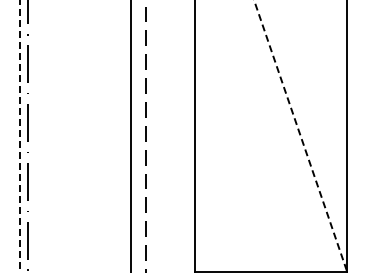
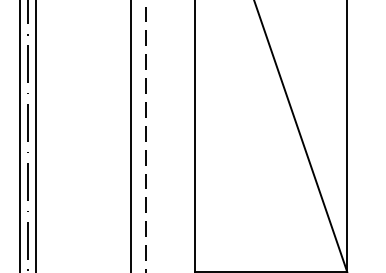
line at (35, 135): none -> present
line at (19, 136): dashed -> solid
line at (300, 136): dashed -> solid
